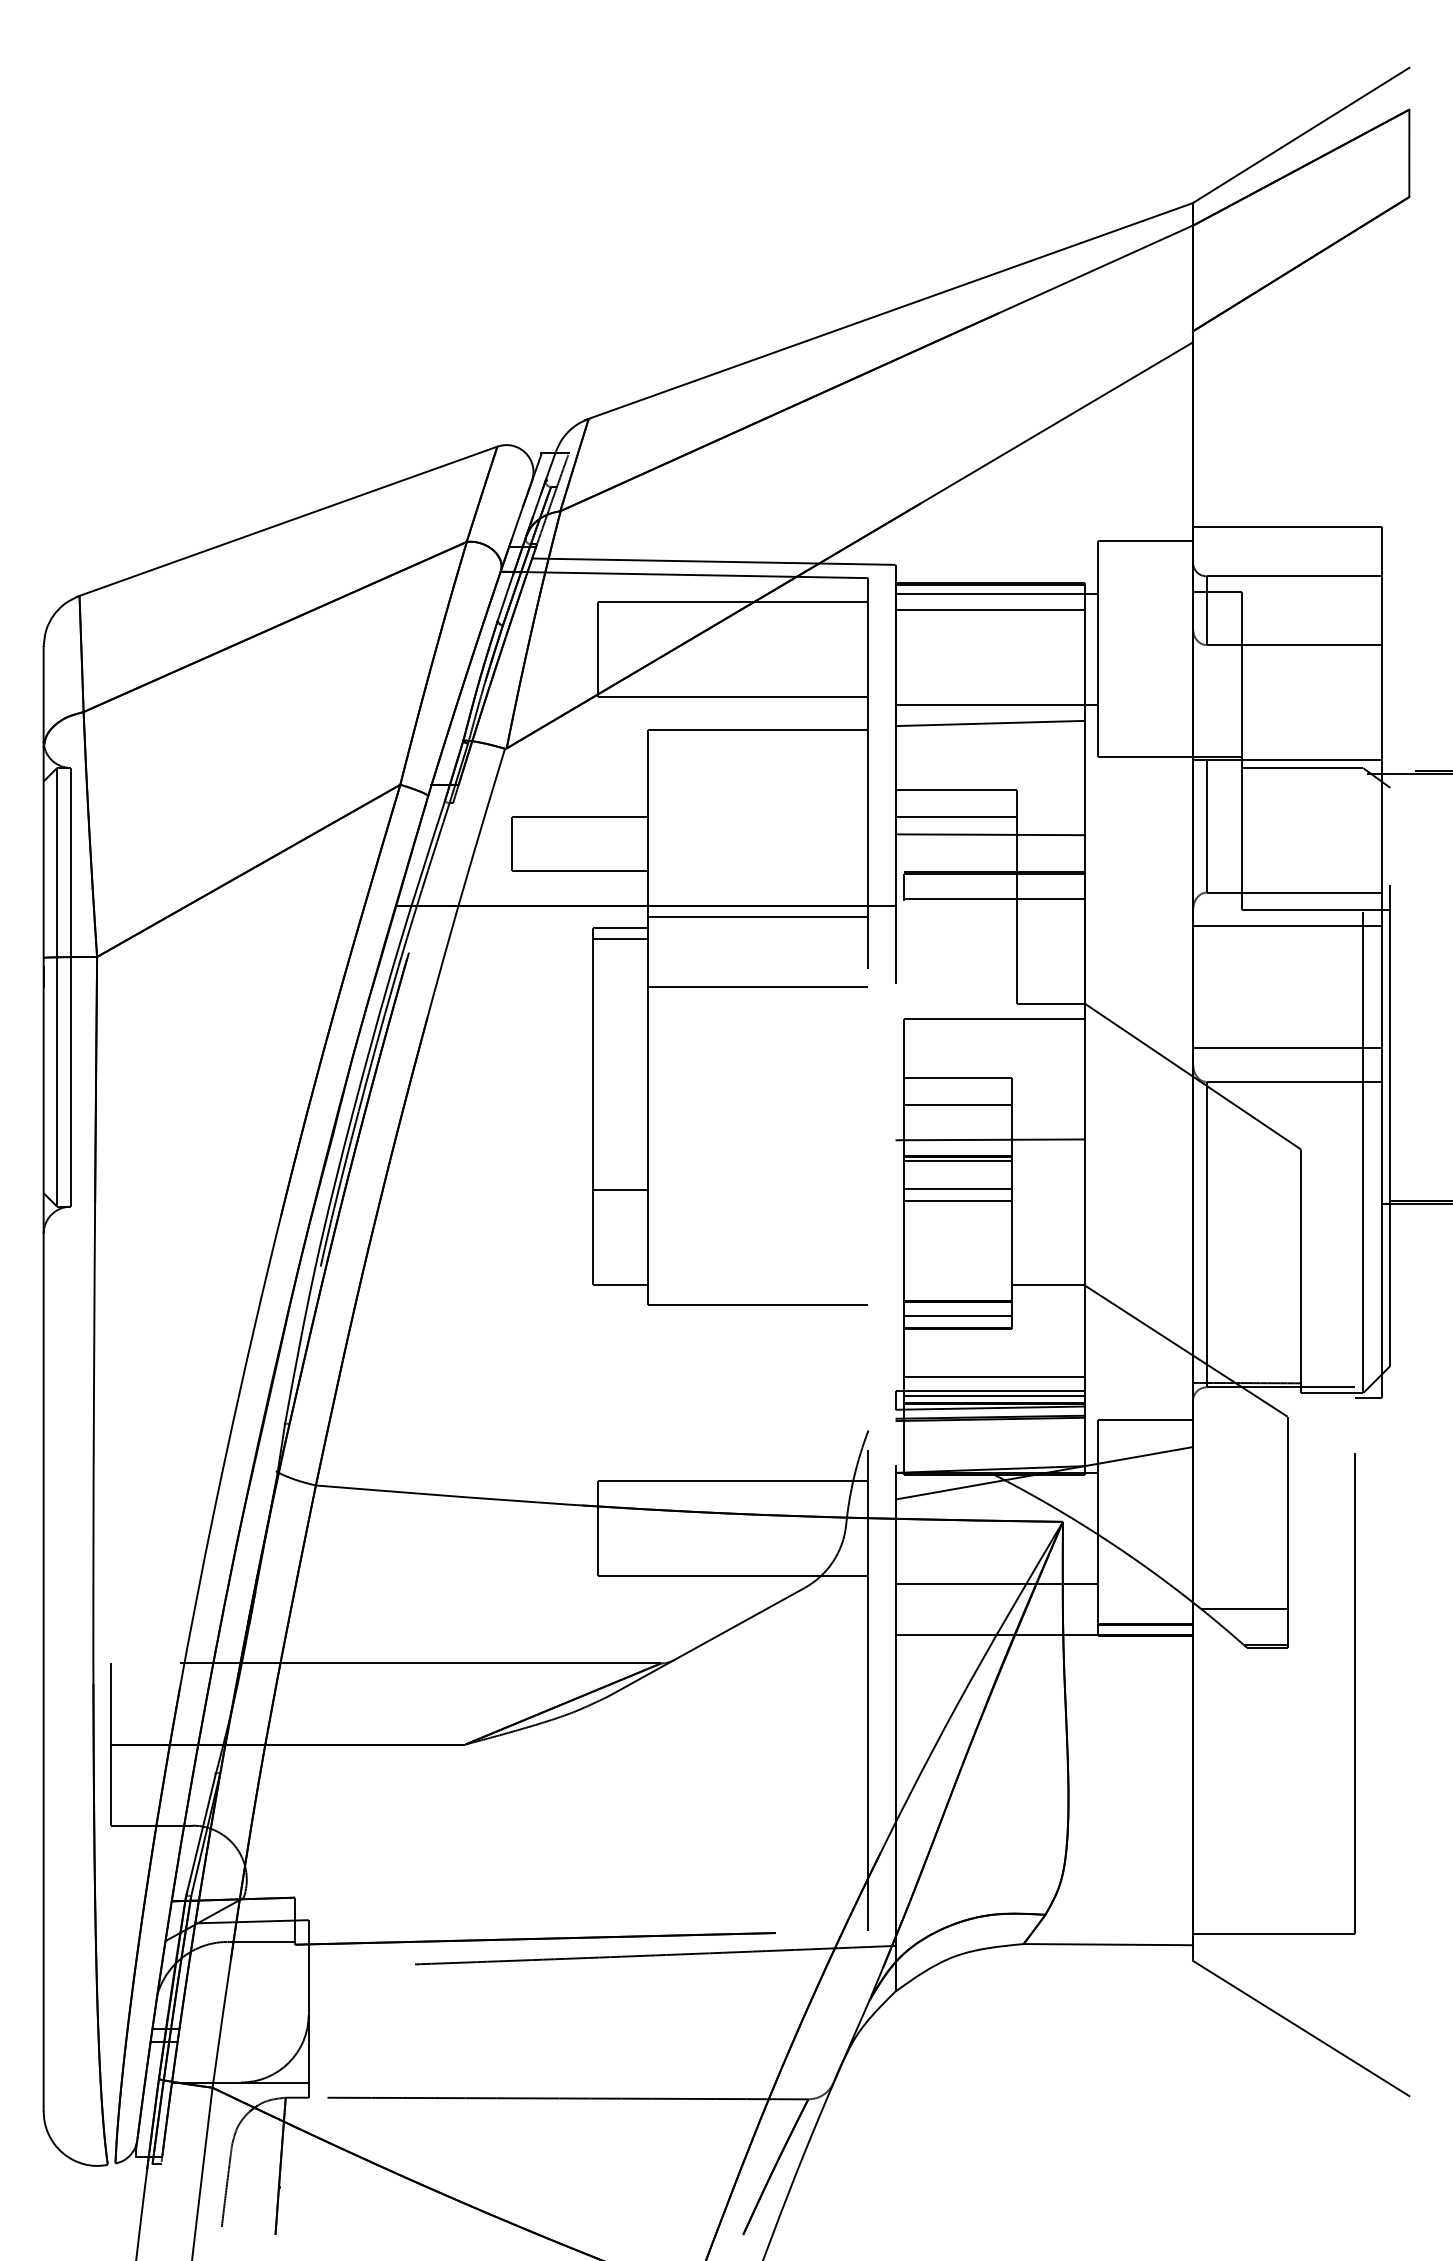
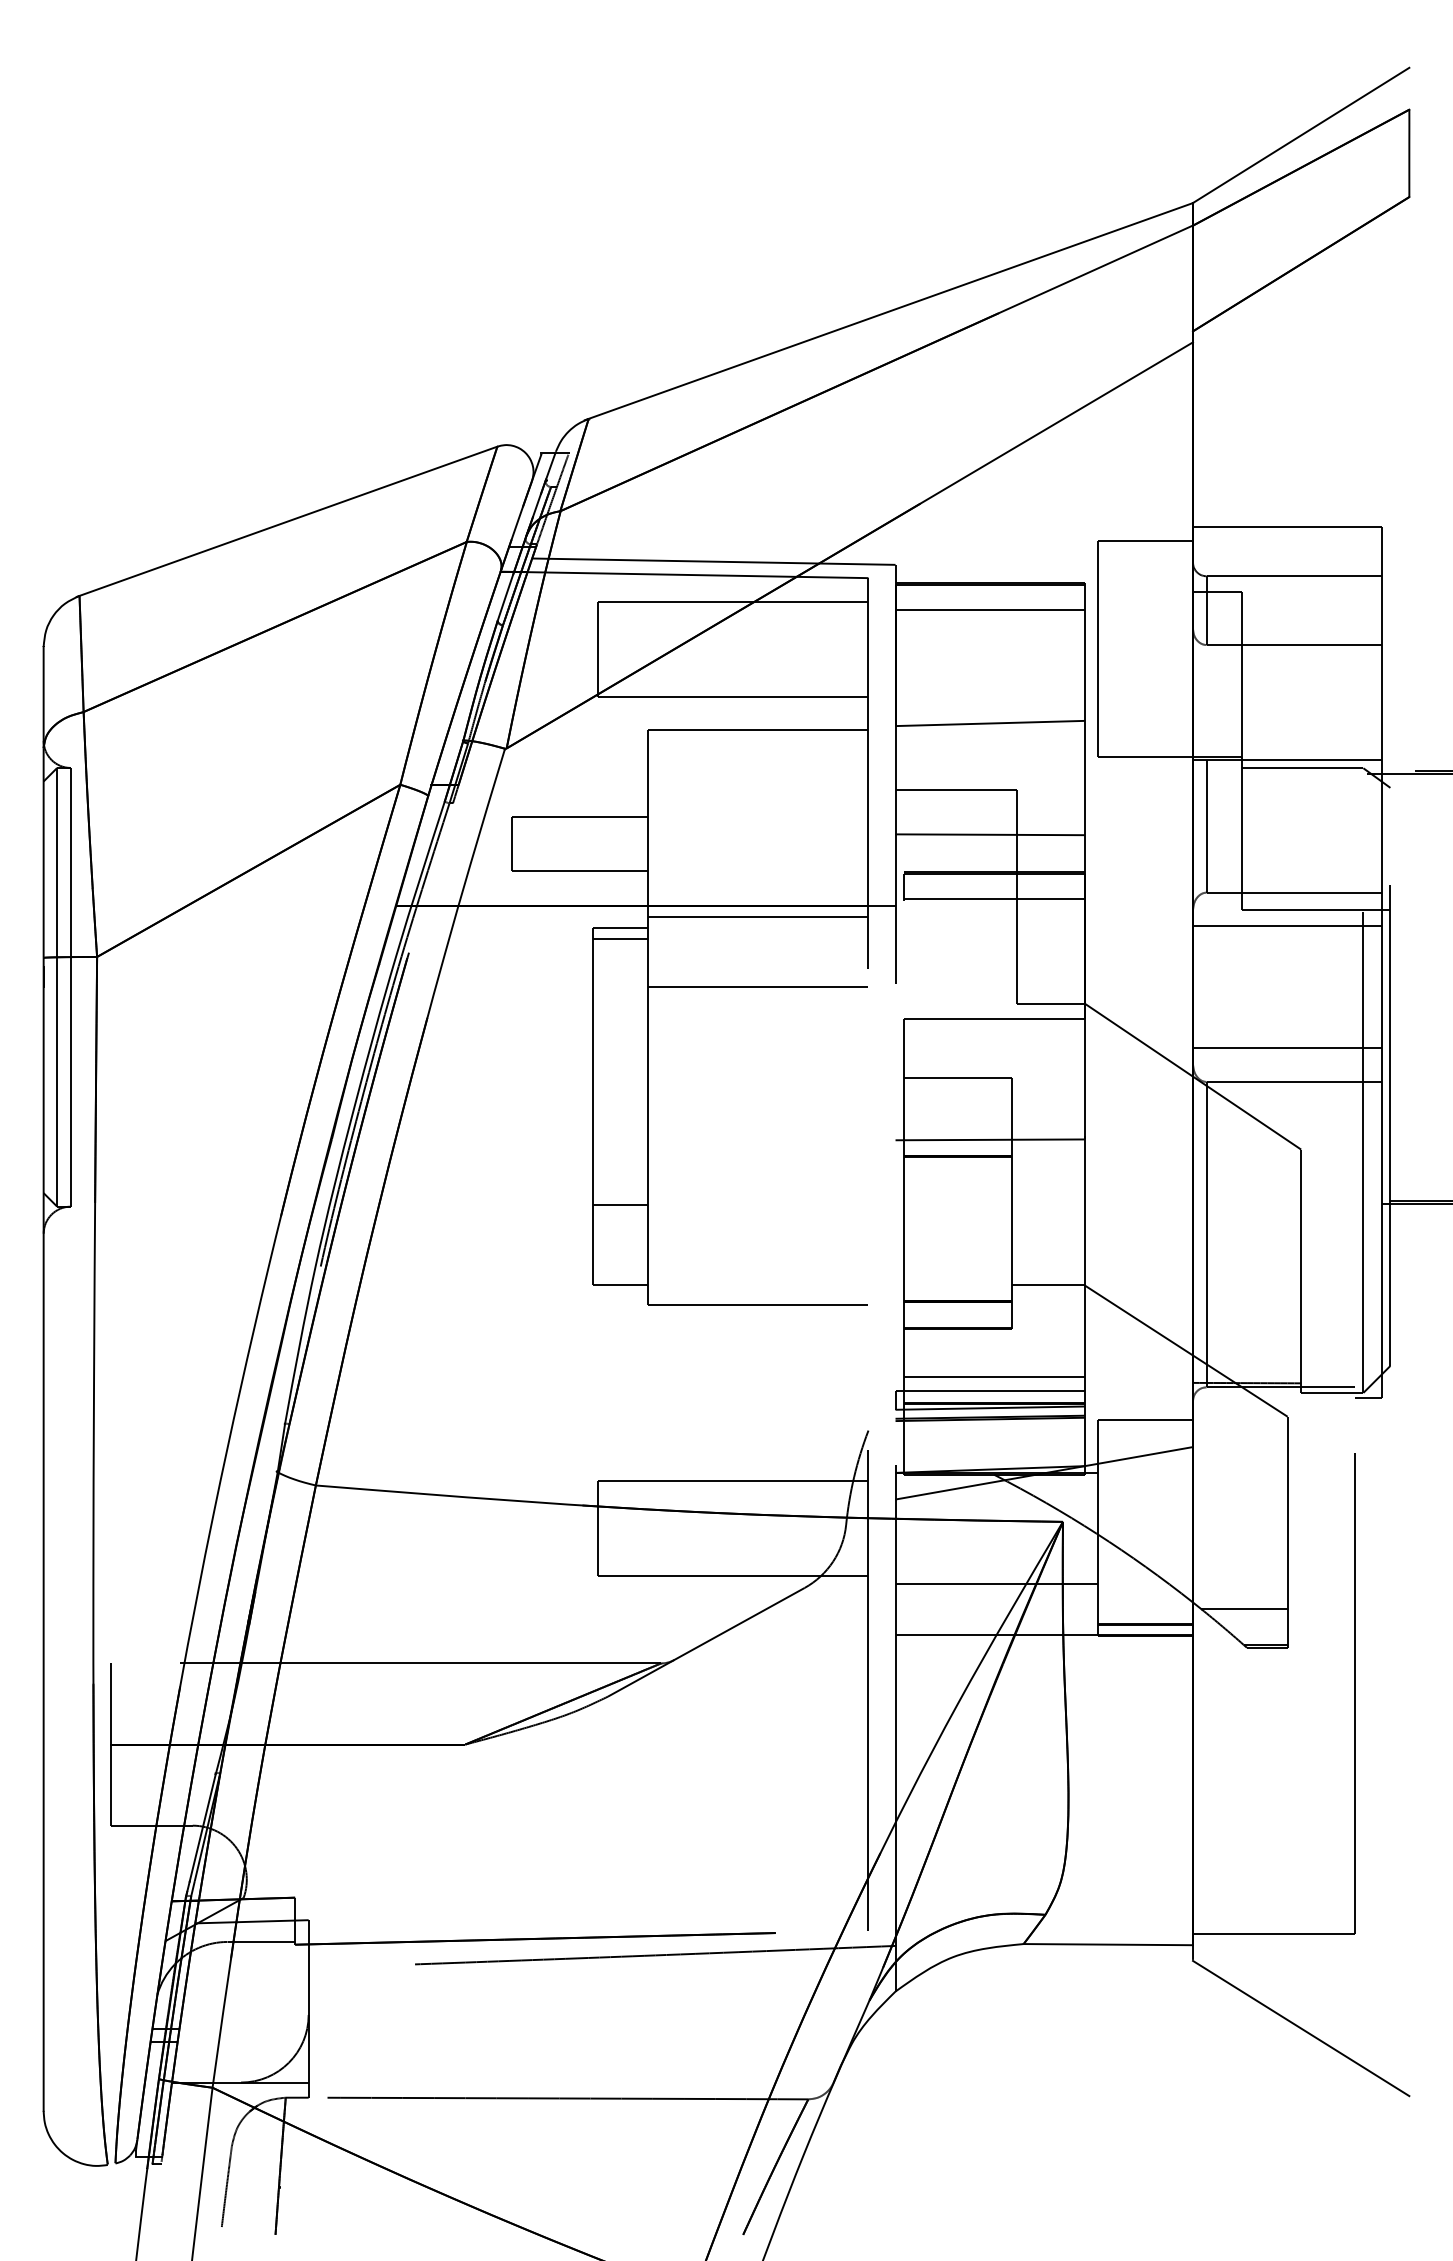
line at (996, 593): present -> none
line at (996, 704): present -> none
line at (956, 817): present -> none
line at (957, 1104): present -> none
line at (957, 1161): present -> none
line at (957, 1189): present -> none
line at (620, 1190) position: (620, 1190) -> (620, 1205)
line at (957, 1201): present -> none
line at (957, 1315): present -> none
line at (993, 1396): present -> none
